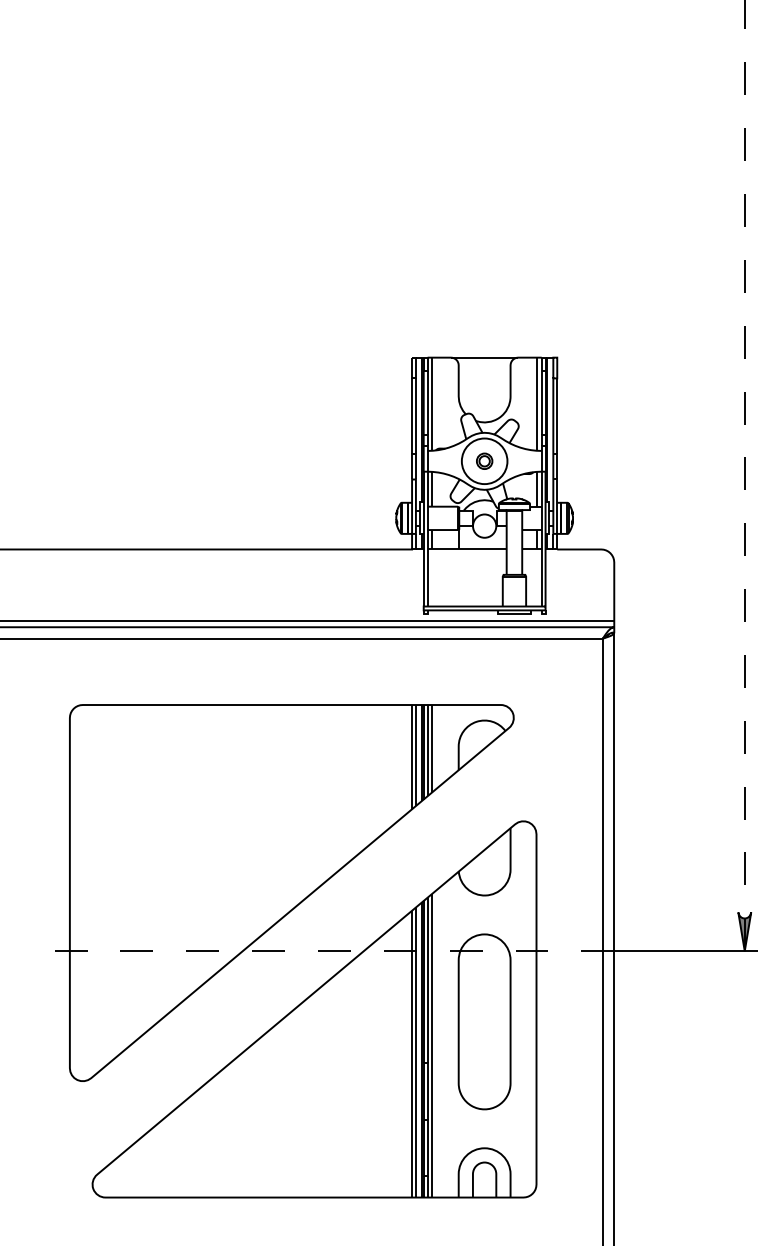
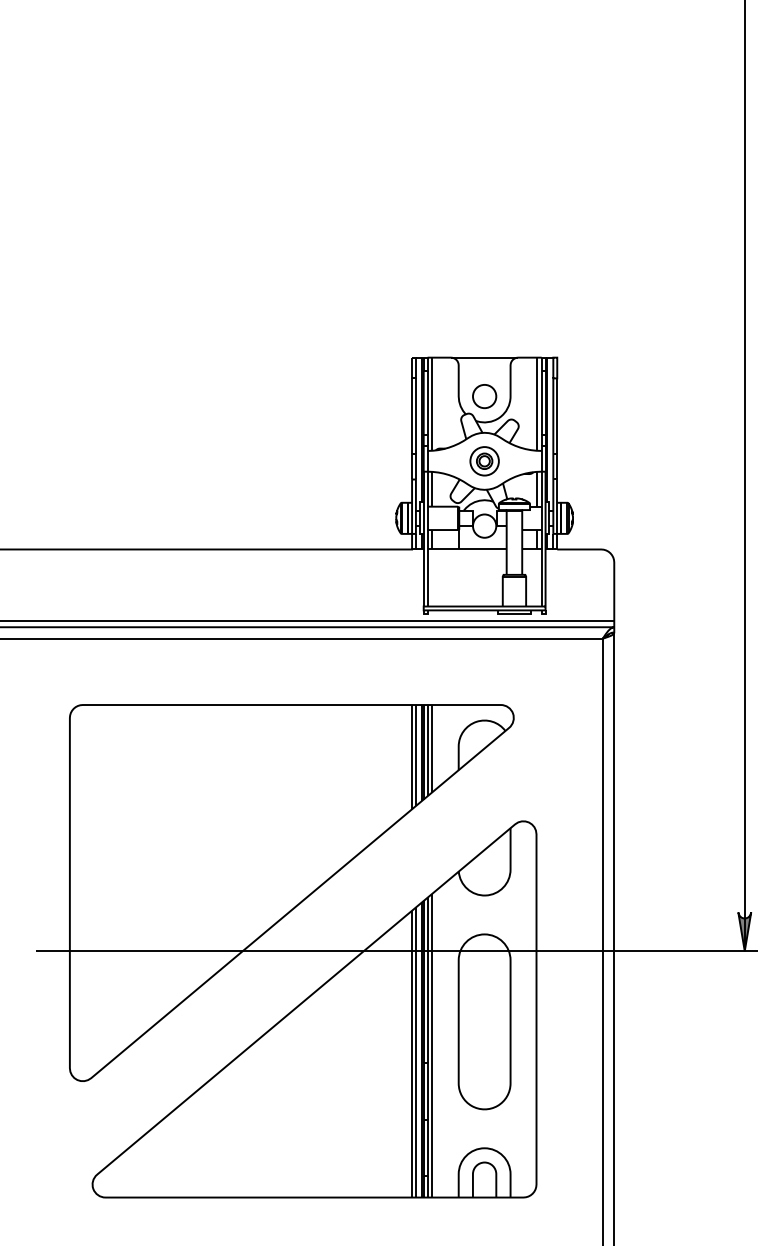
circle at (484, 396): none -> present
circle at (484, 461) diameter: 46 px -> 29 px
line at (744, 475): dashed -> solid
line at (324, 951): dashed -> solid
